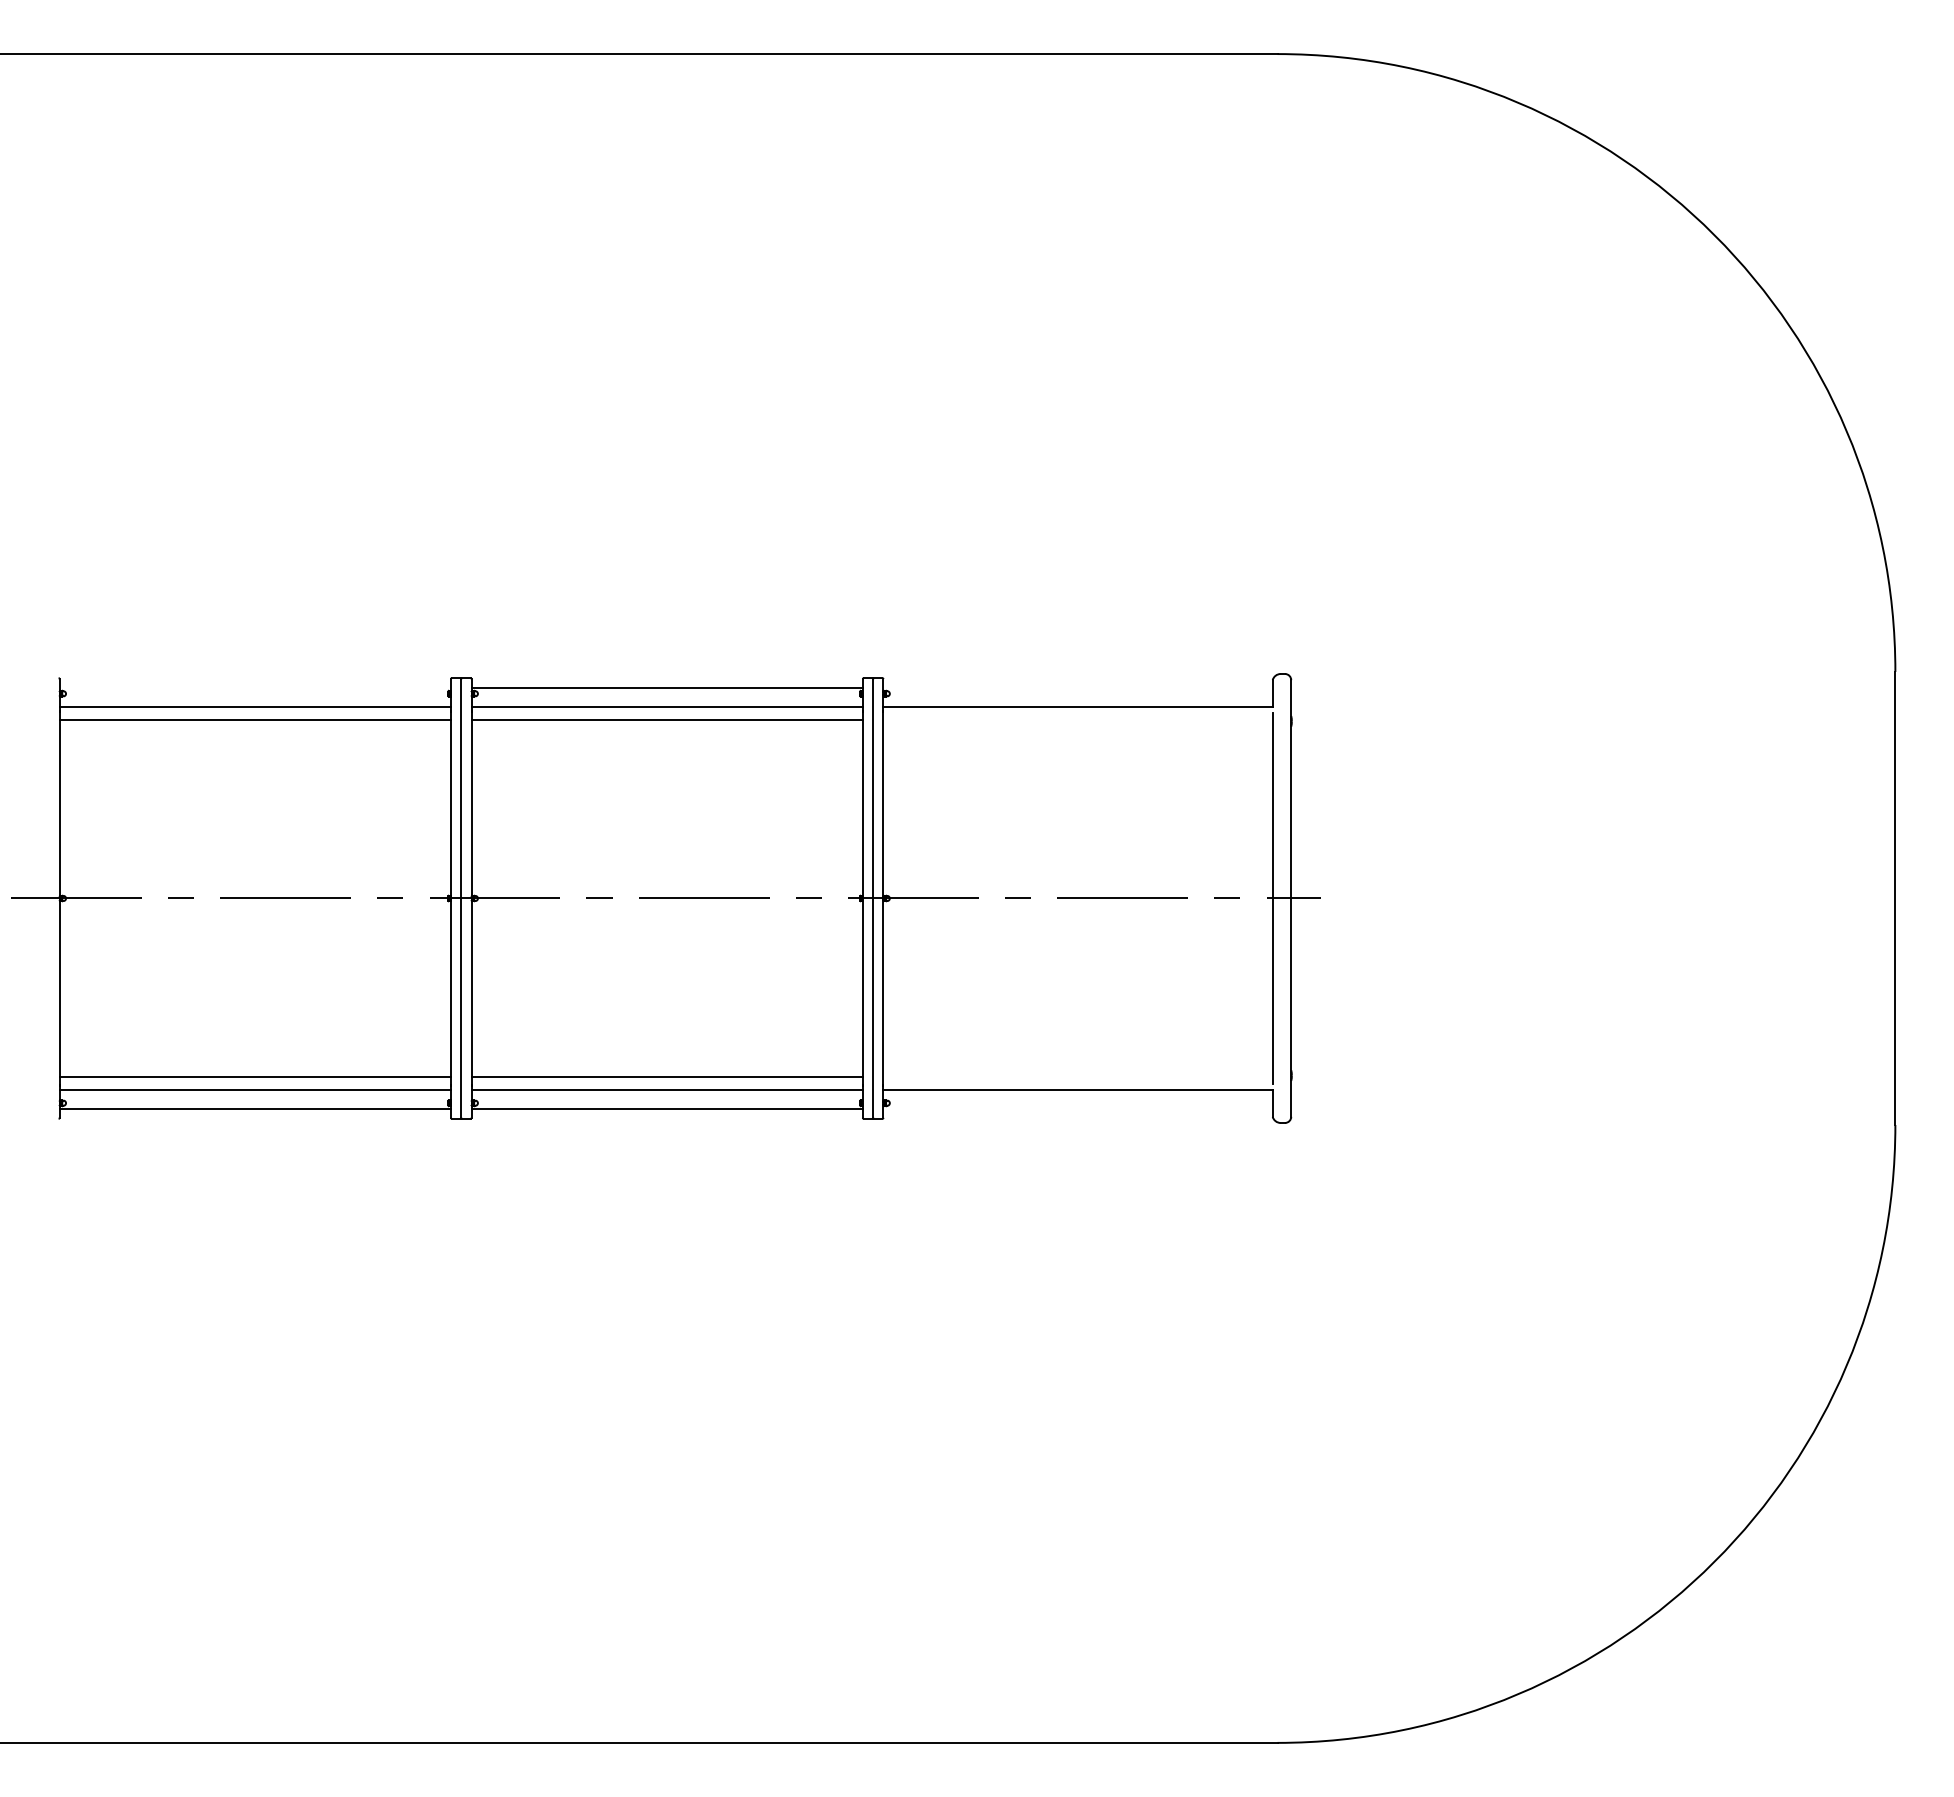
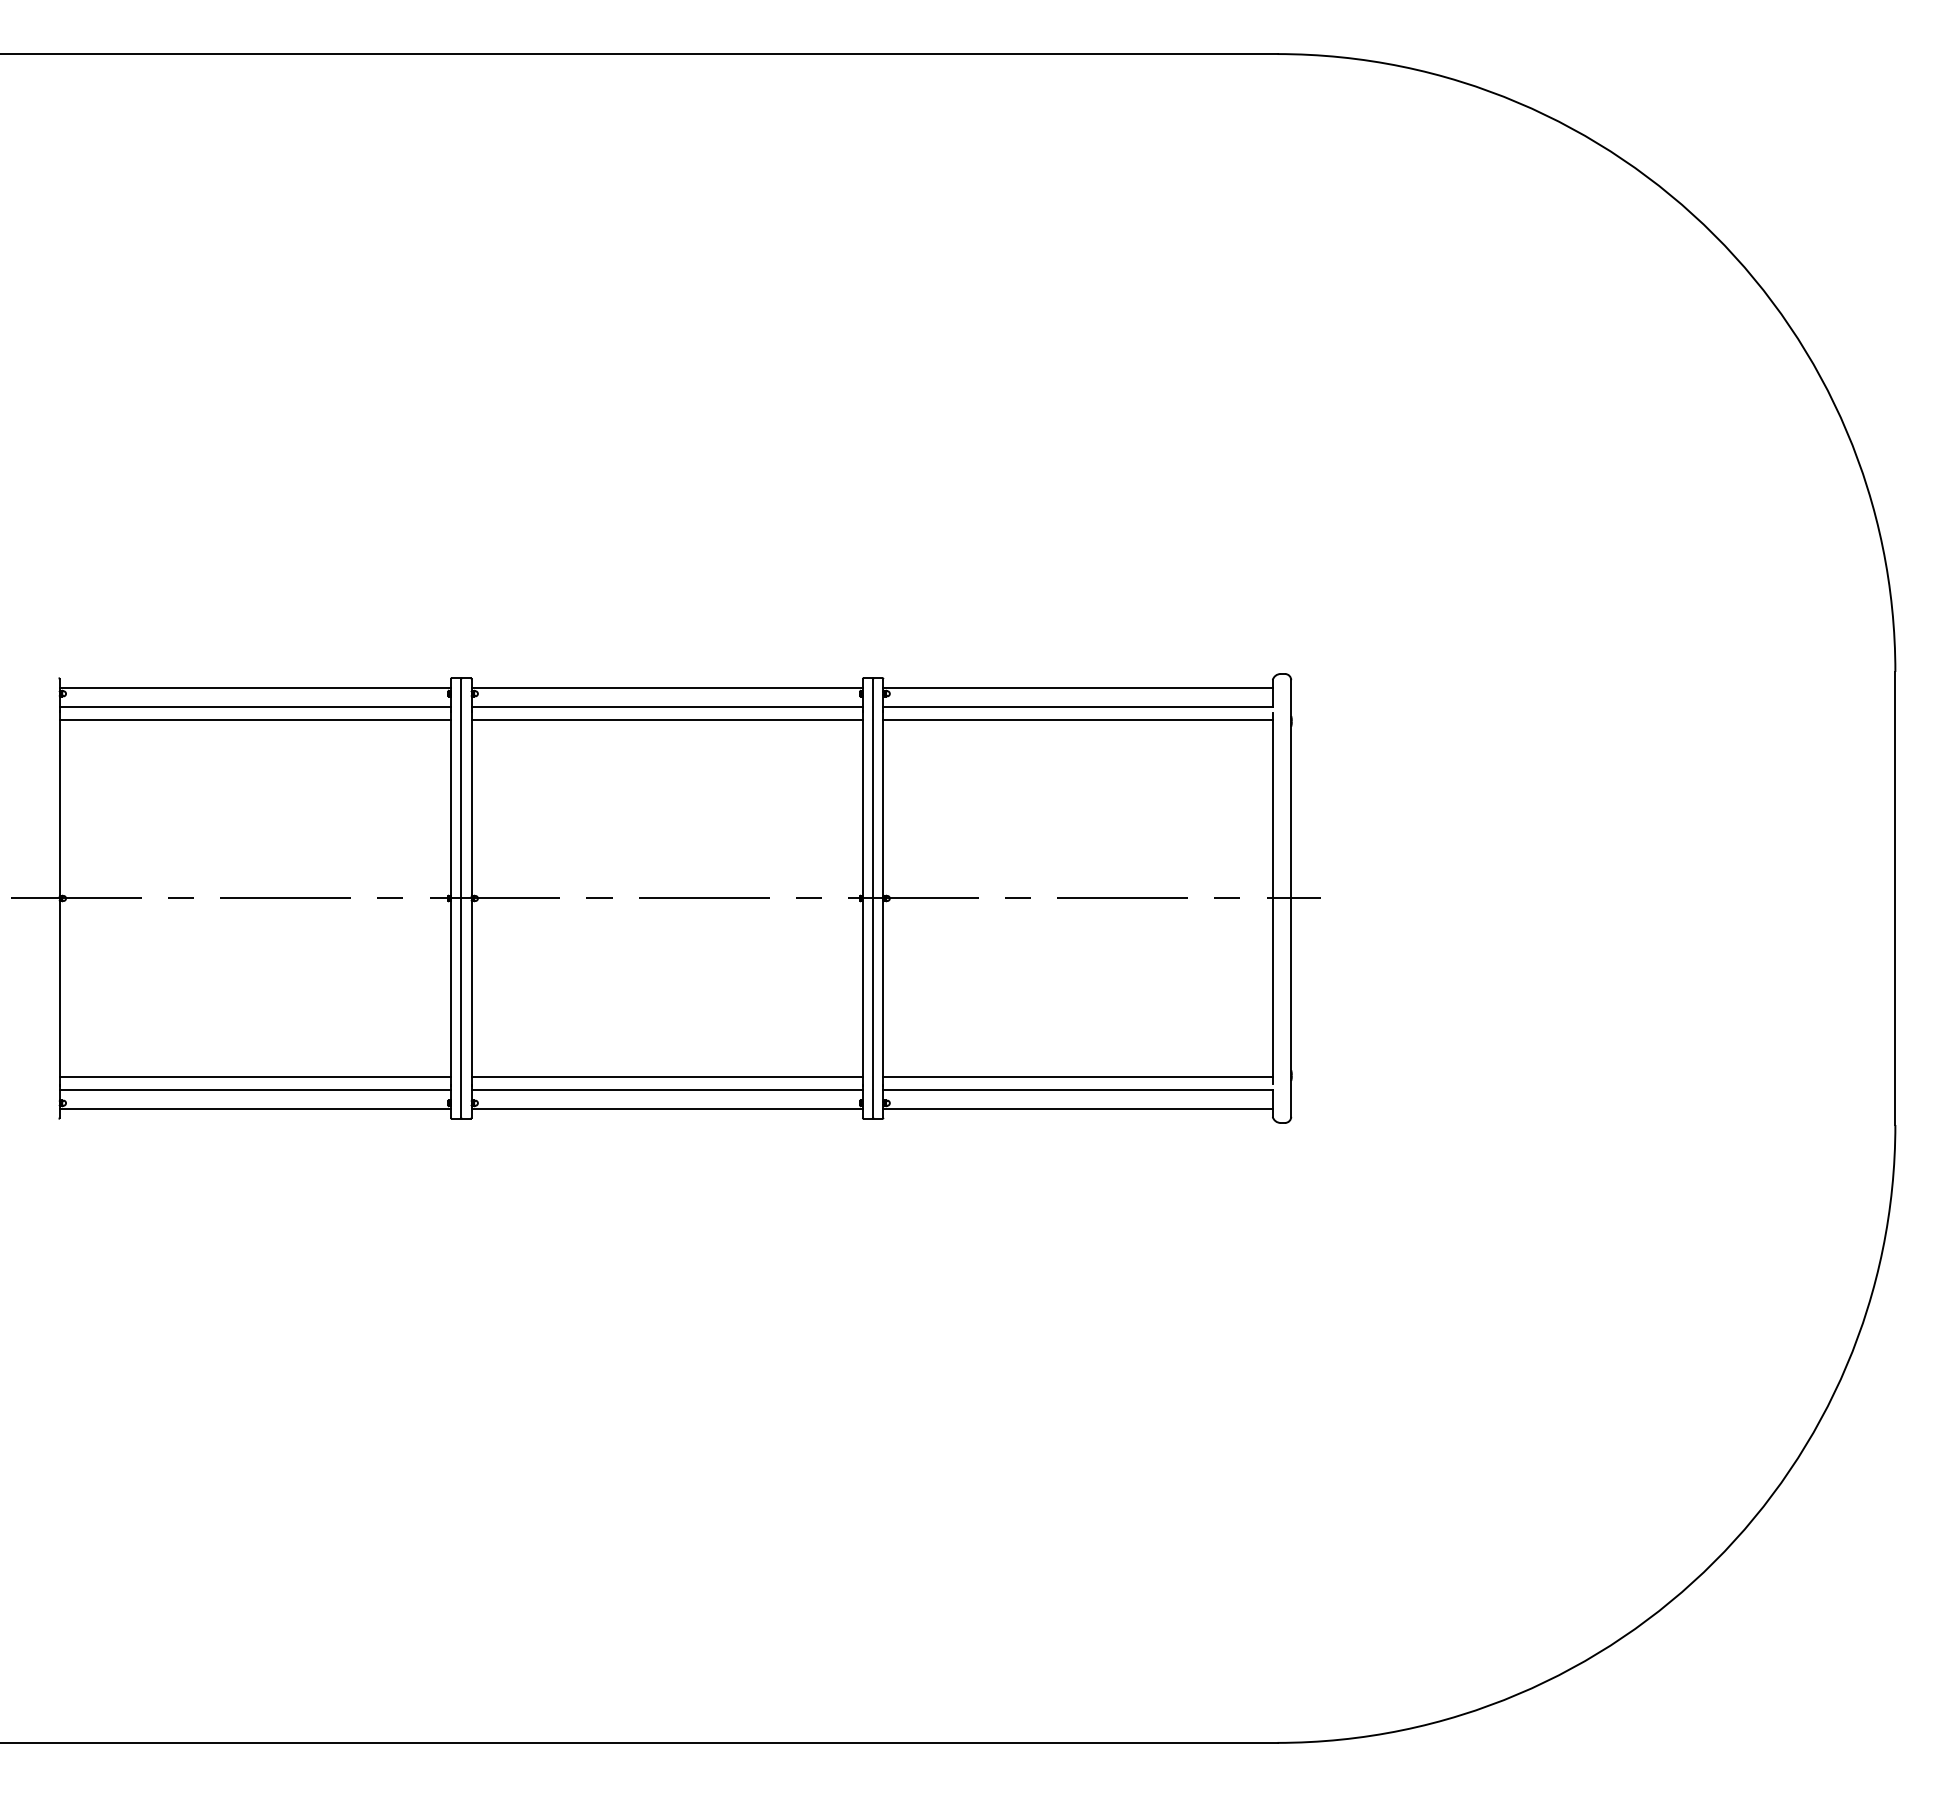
line at (254, 688): none -> present
line at (1077, 688): none -> present
line at (1077, 719): none -> present
line at (1077, 1077): none -> present
line at (1077, 1108): none -> present
